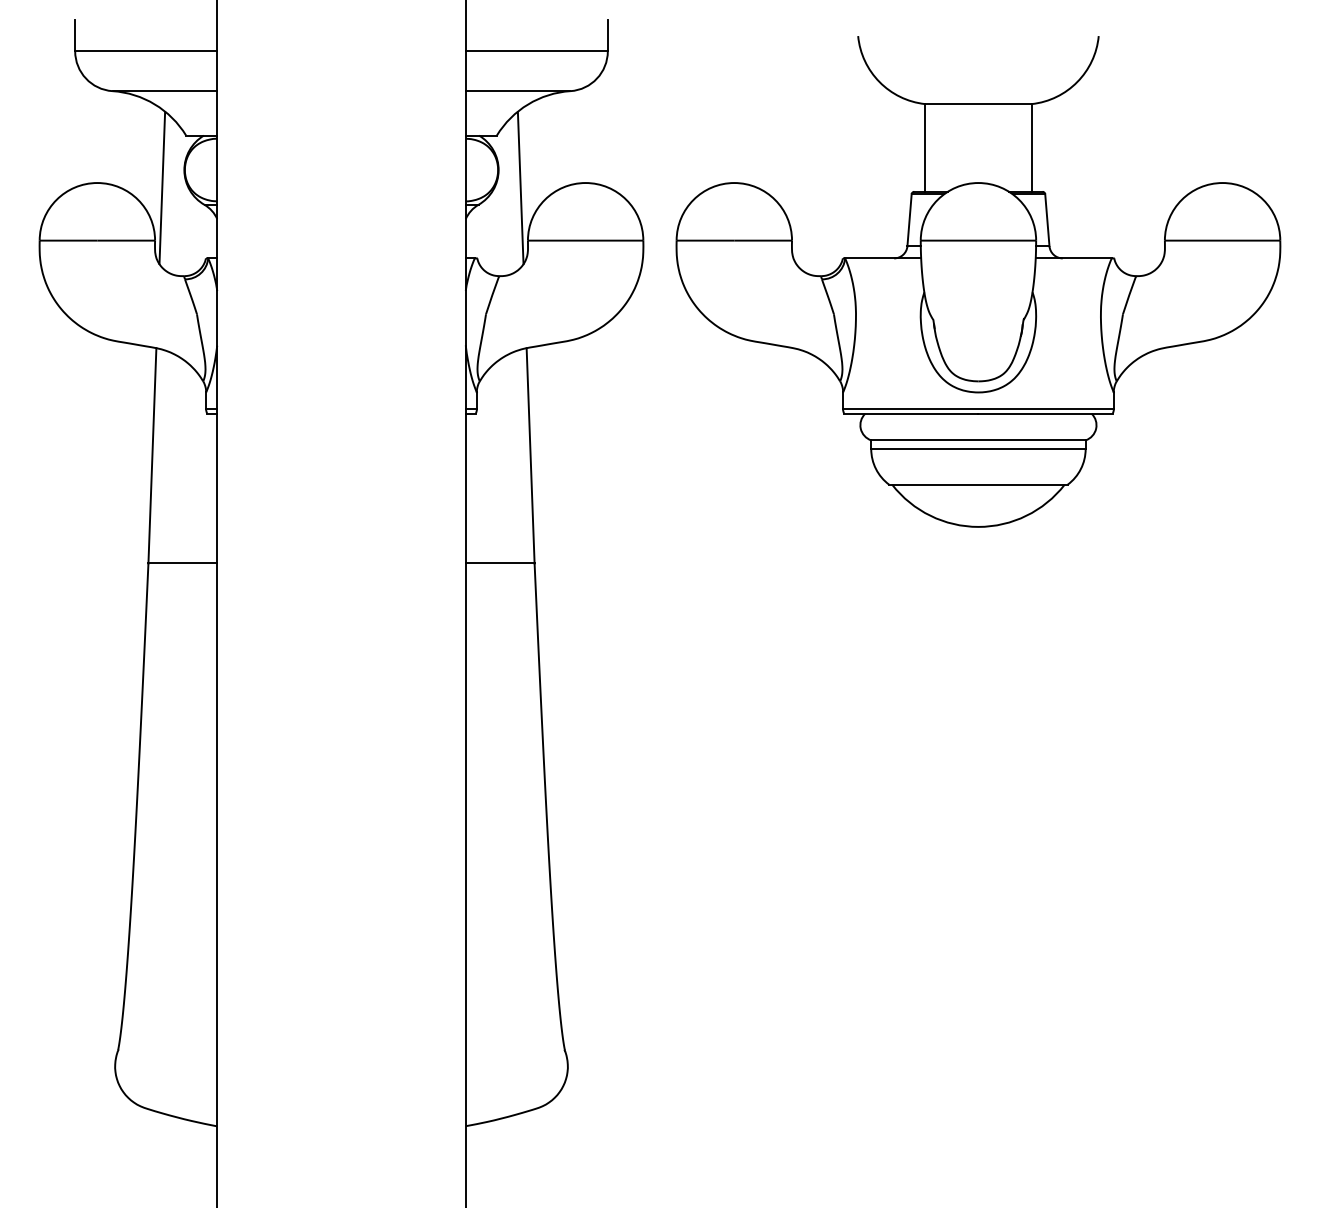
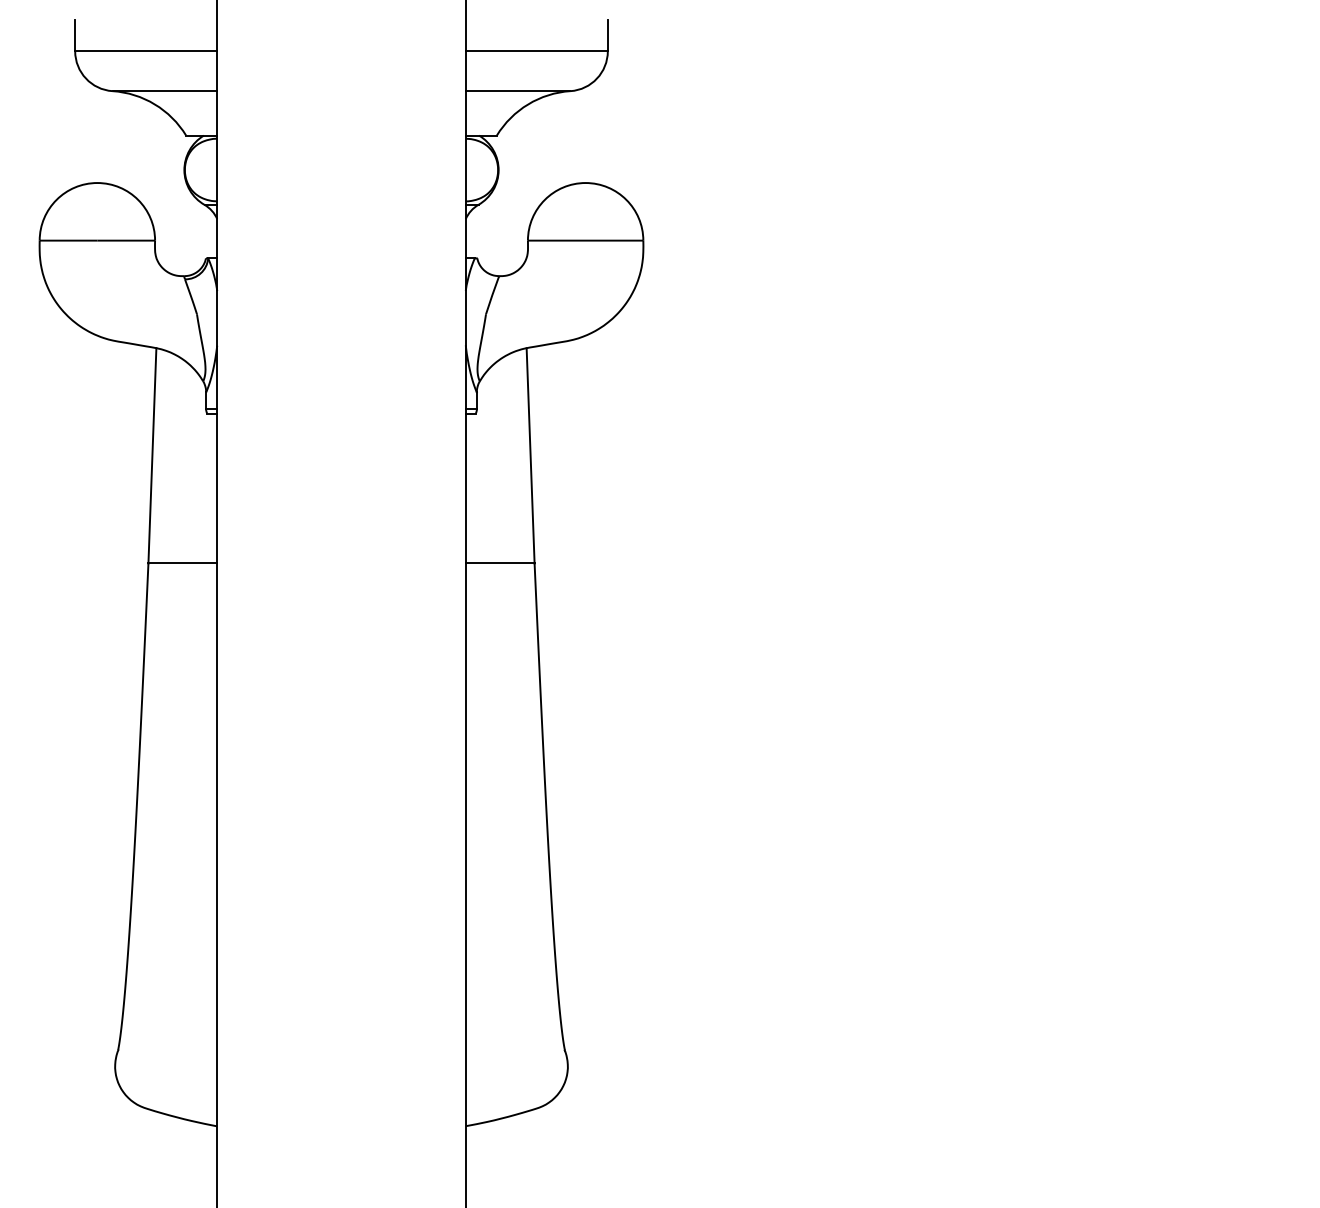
line at (162, 187): present -> none
line at (520, 188): present -> none
part at (978, 281): present -> none
